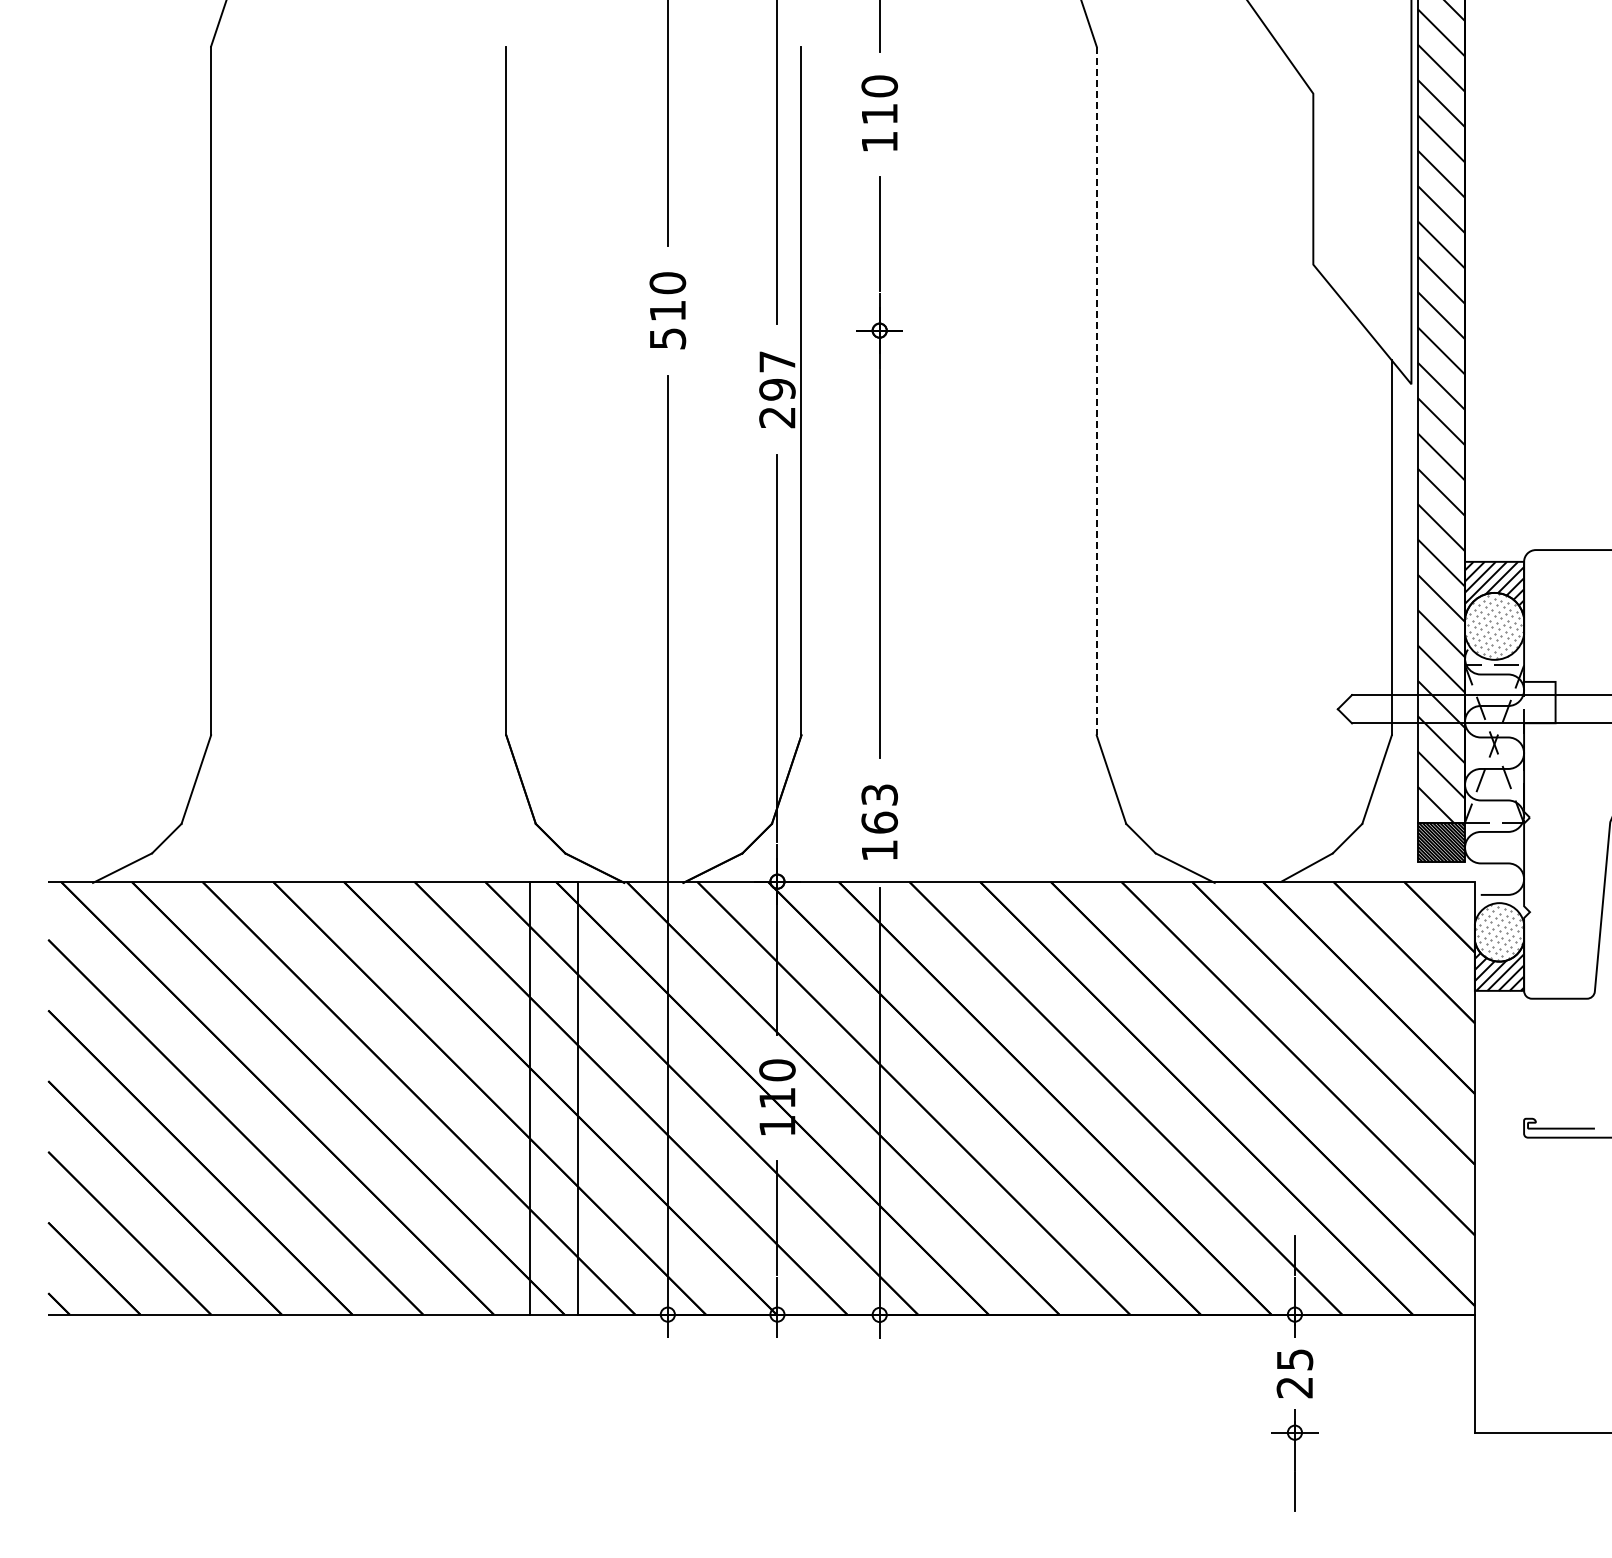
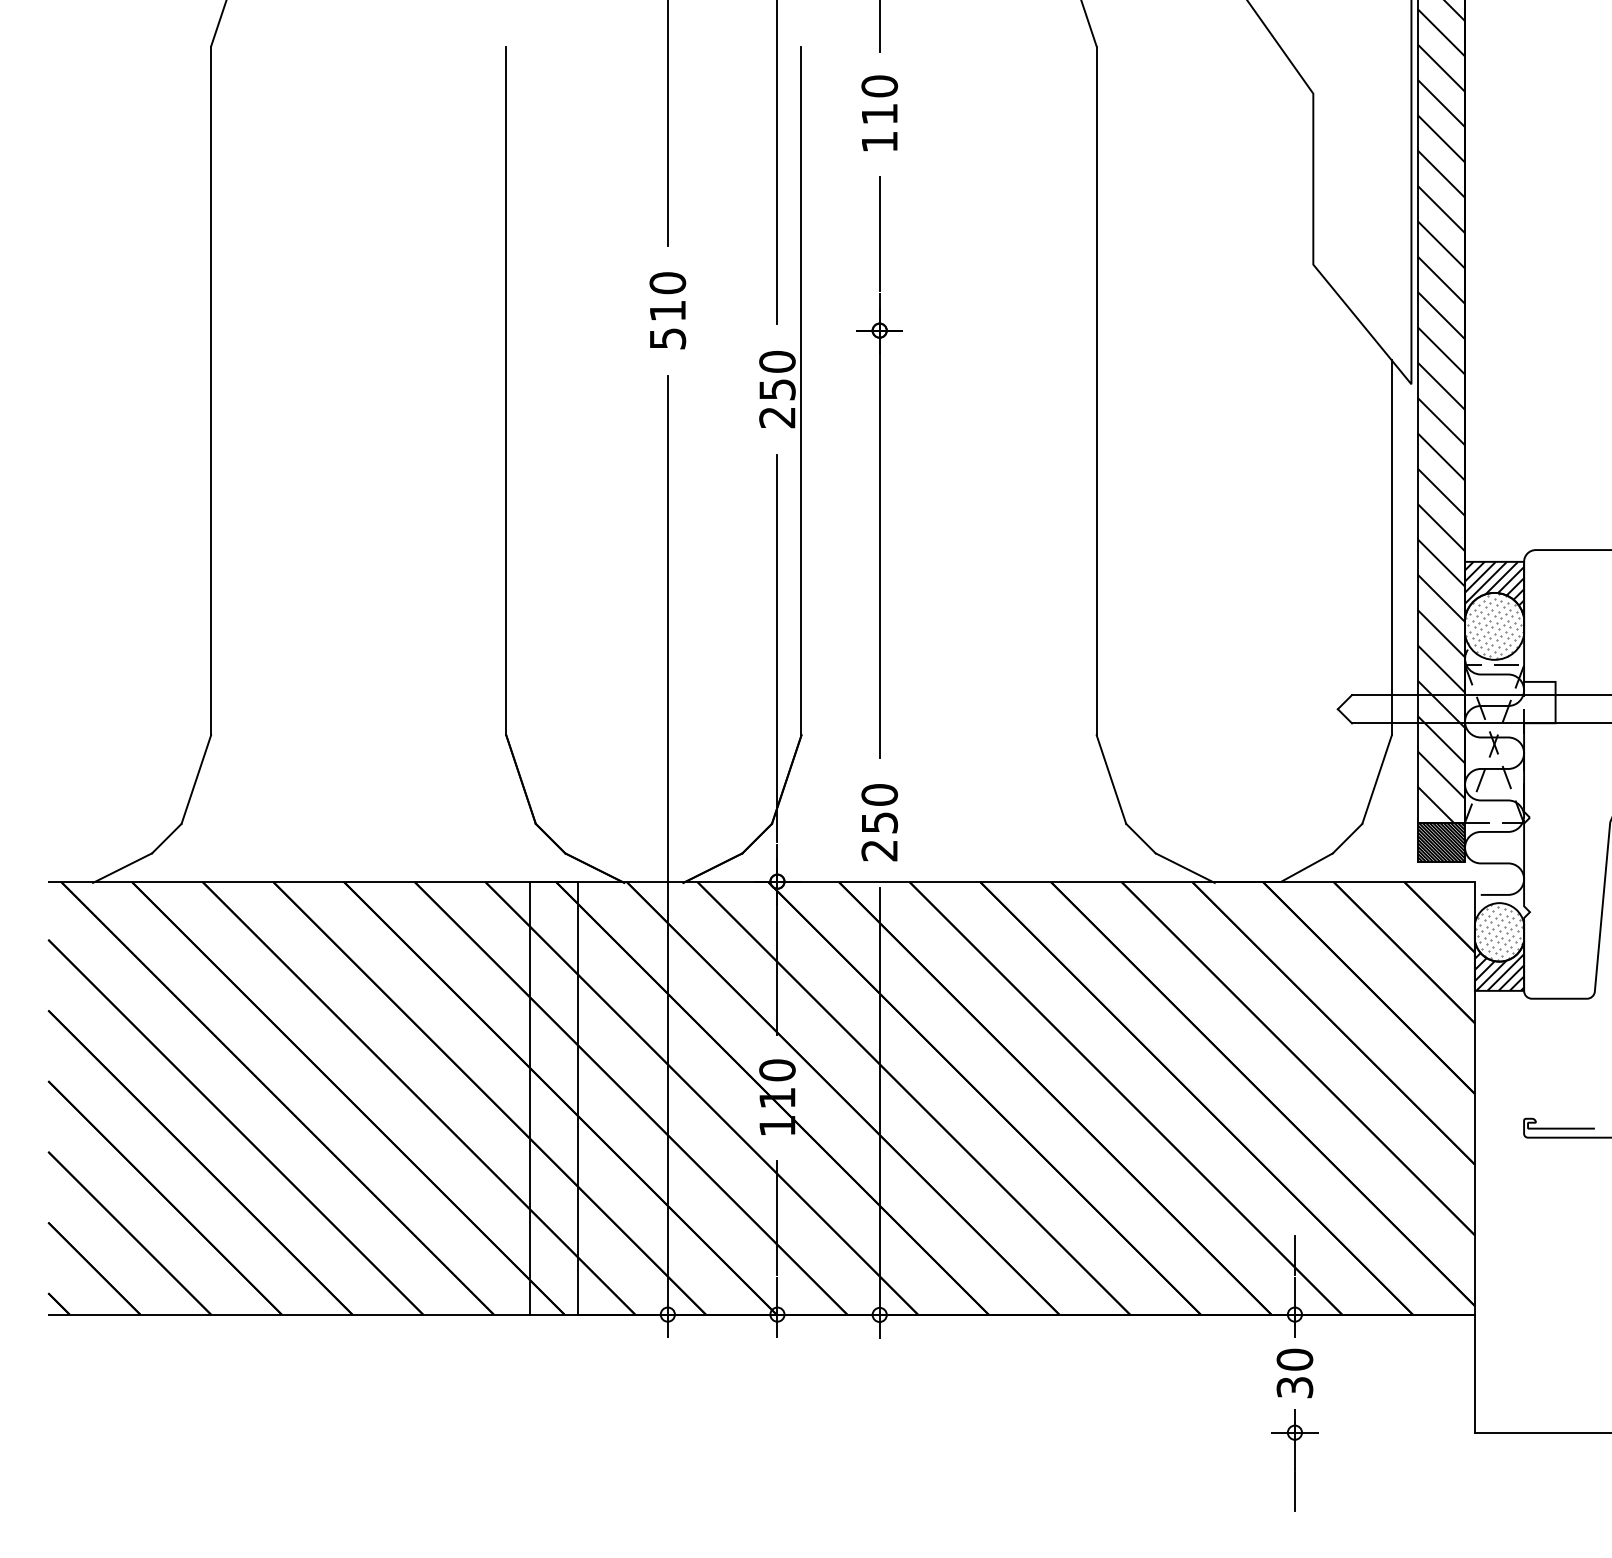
text at (777, 375): 297 -> 250
line at (1096, 391): dashed -> solid
text at (879, 822): 163 -> 250
text at (1294, 1373): 25 -> 30
